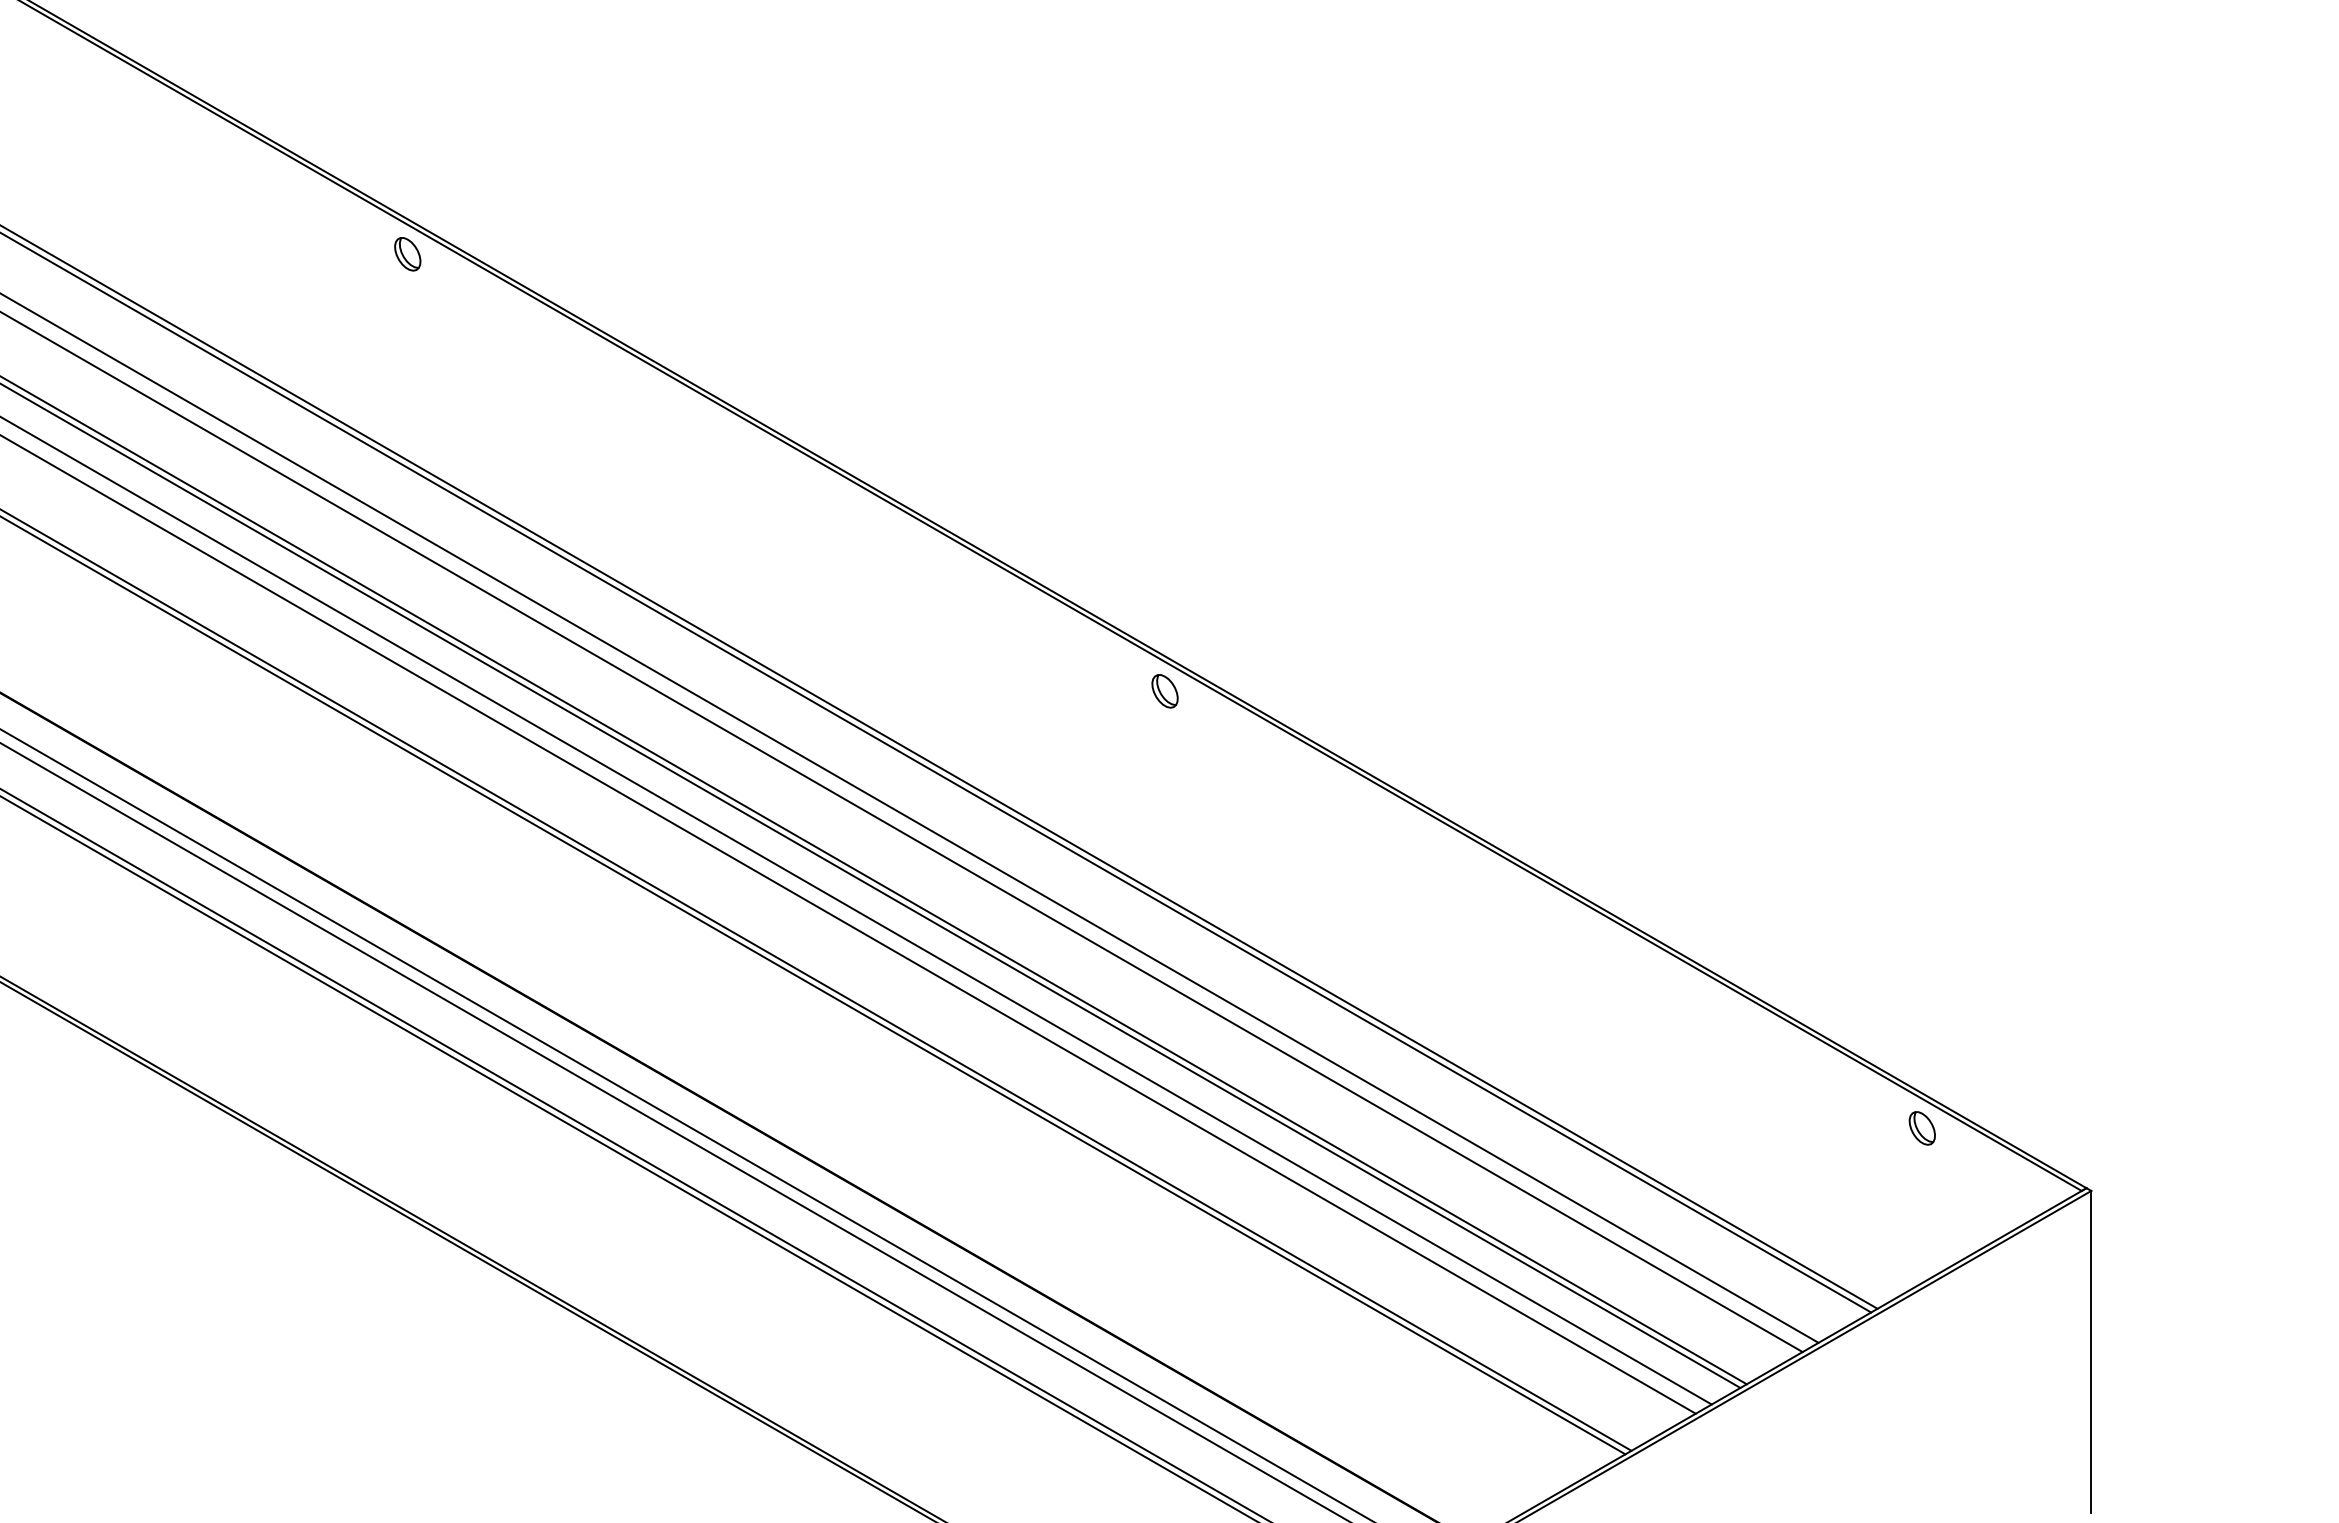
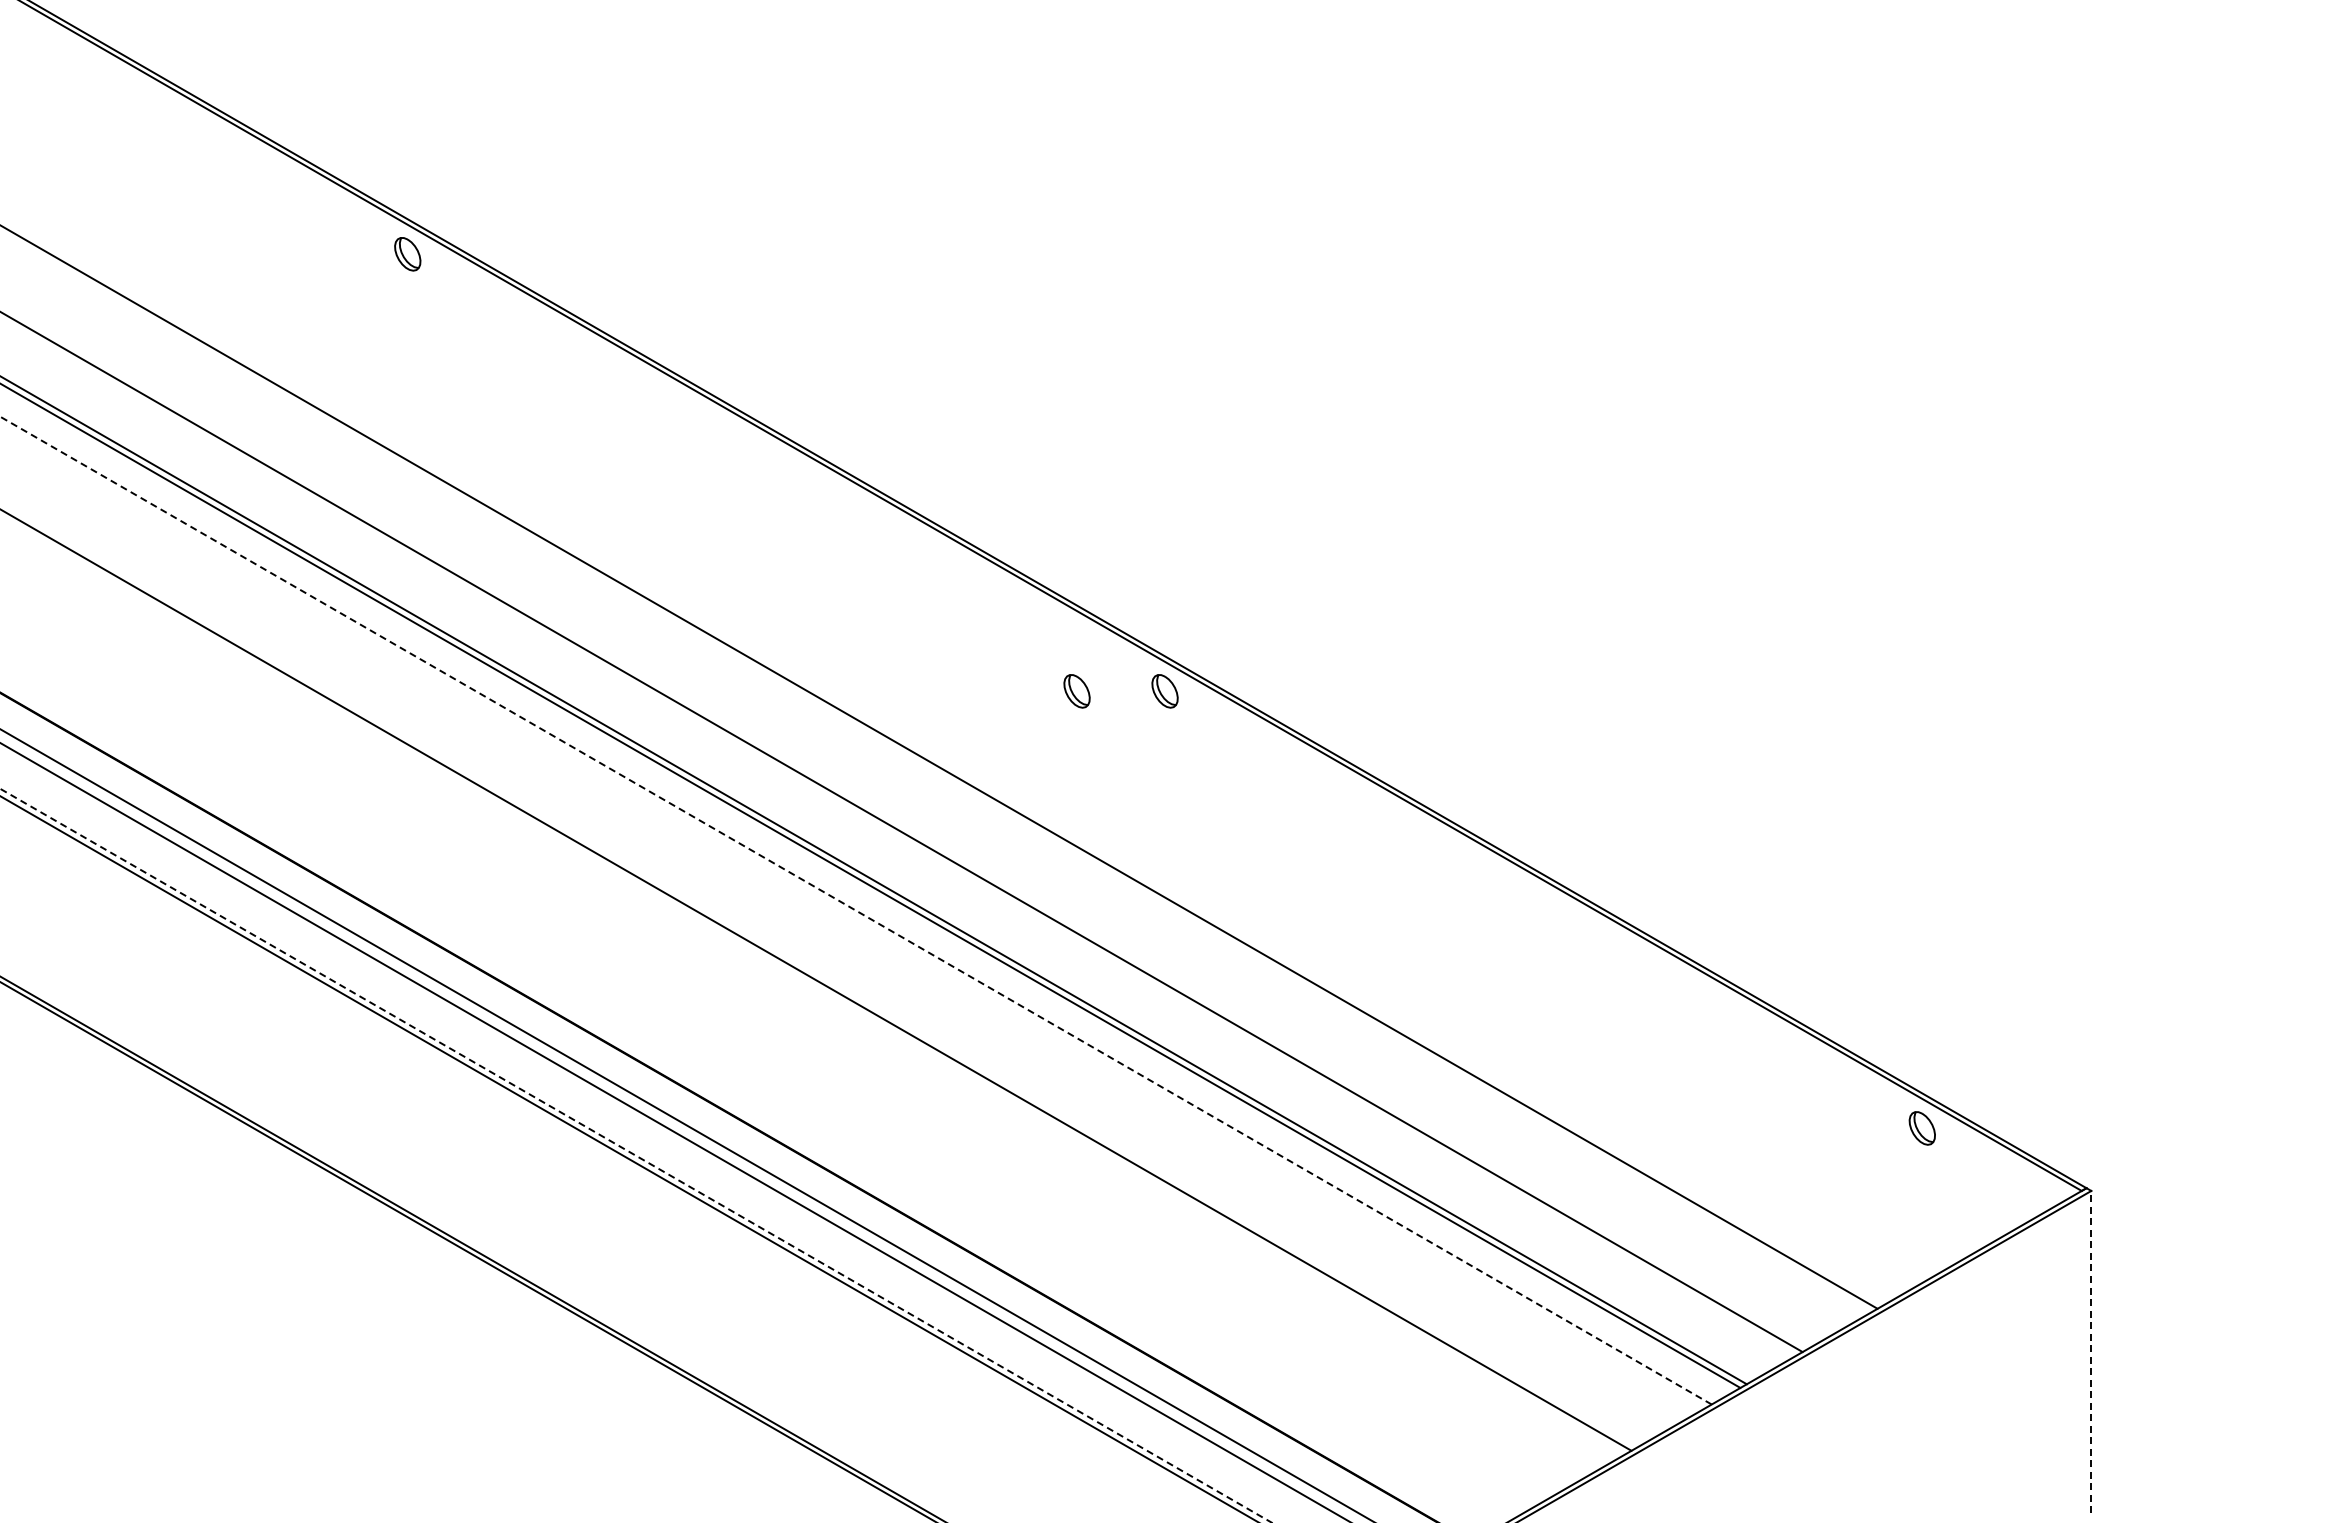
part at (1076, 691): none -> present
line at (936, 772): present -> none
line at (910, 818): present -> none
line at (856, 910): solid -> dashed
line at (848, 924): present -> none
line at (813, 985): present -> none
line at (636, 1155): solid -> dashed
line at (2091, 1351): solid -> dashed
